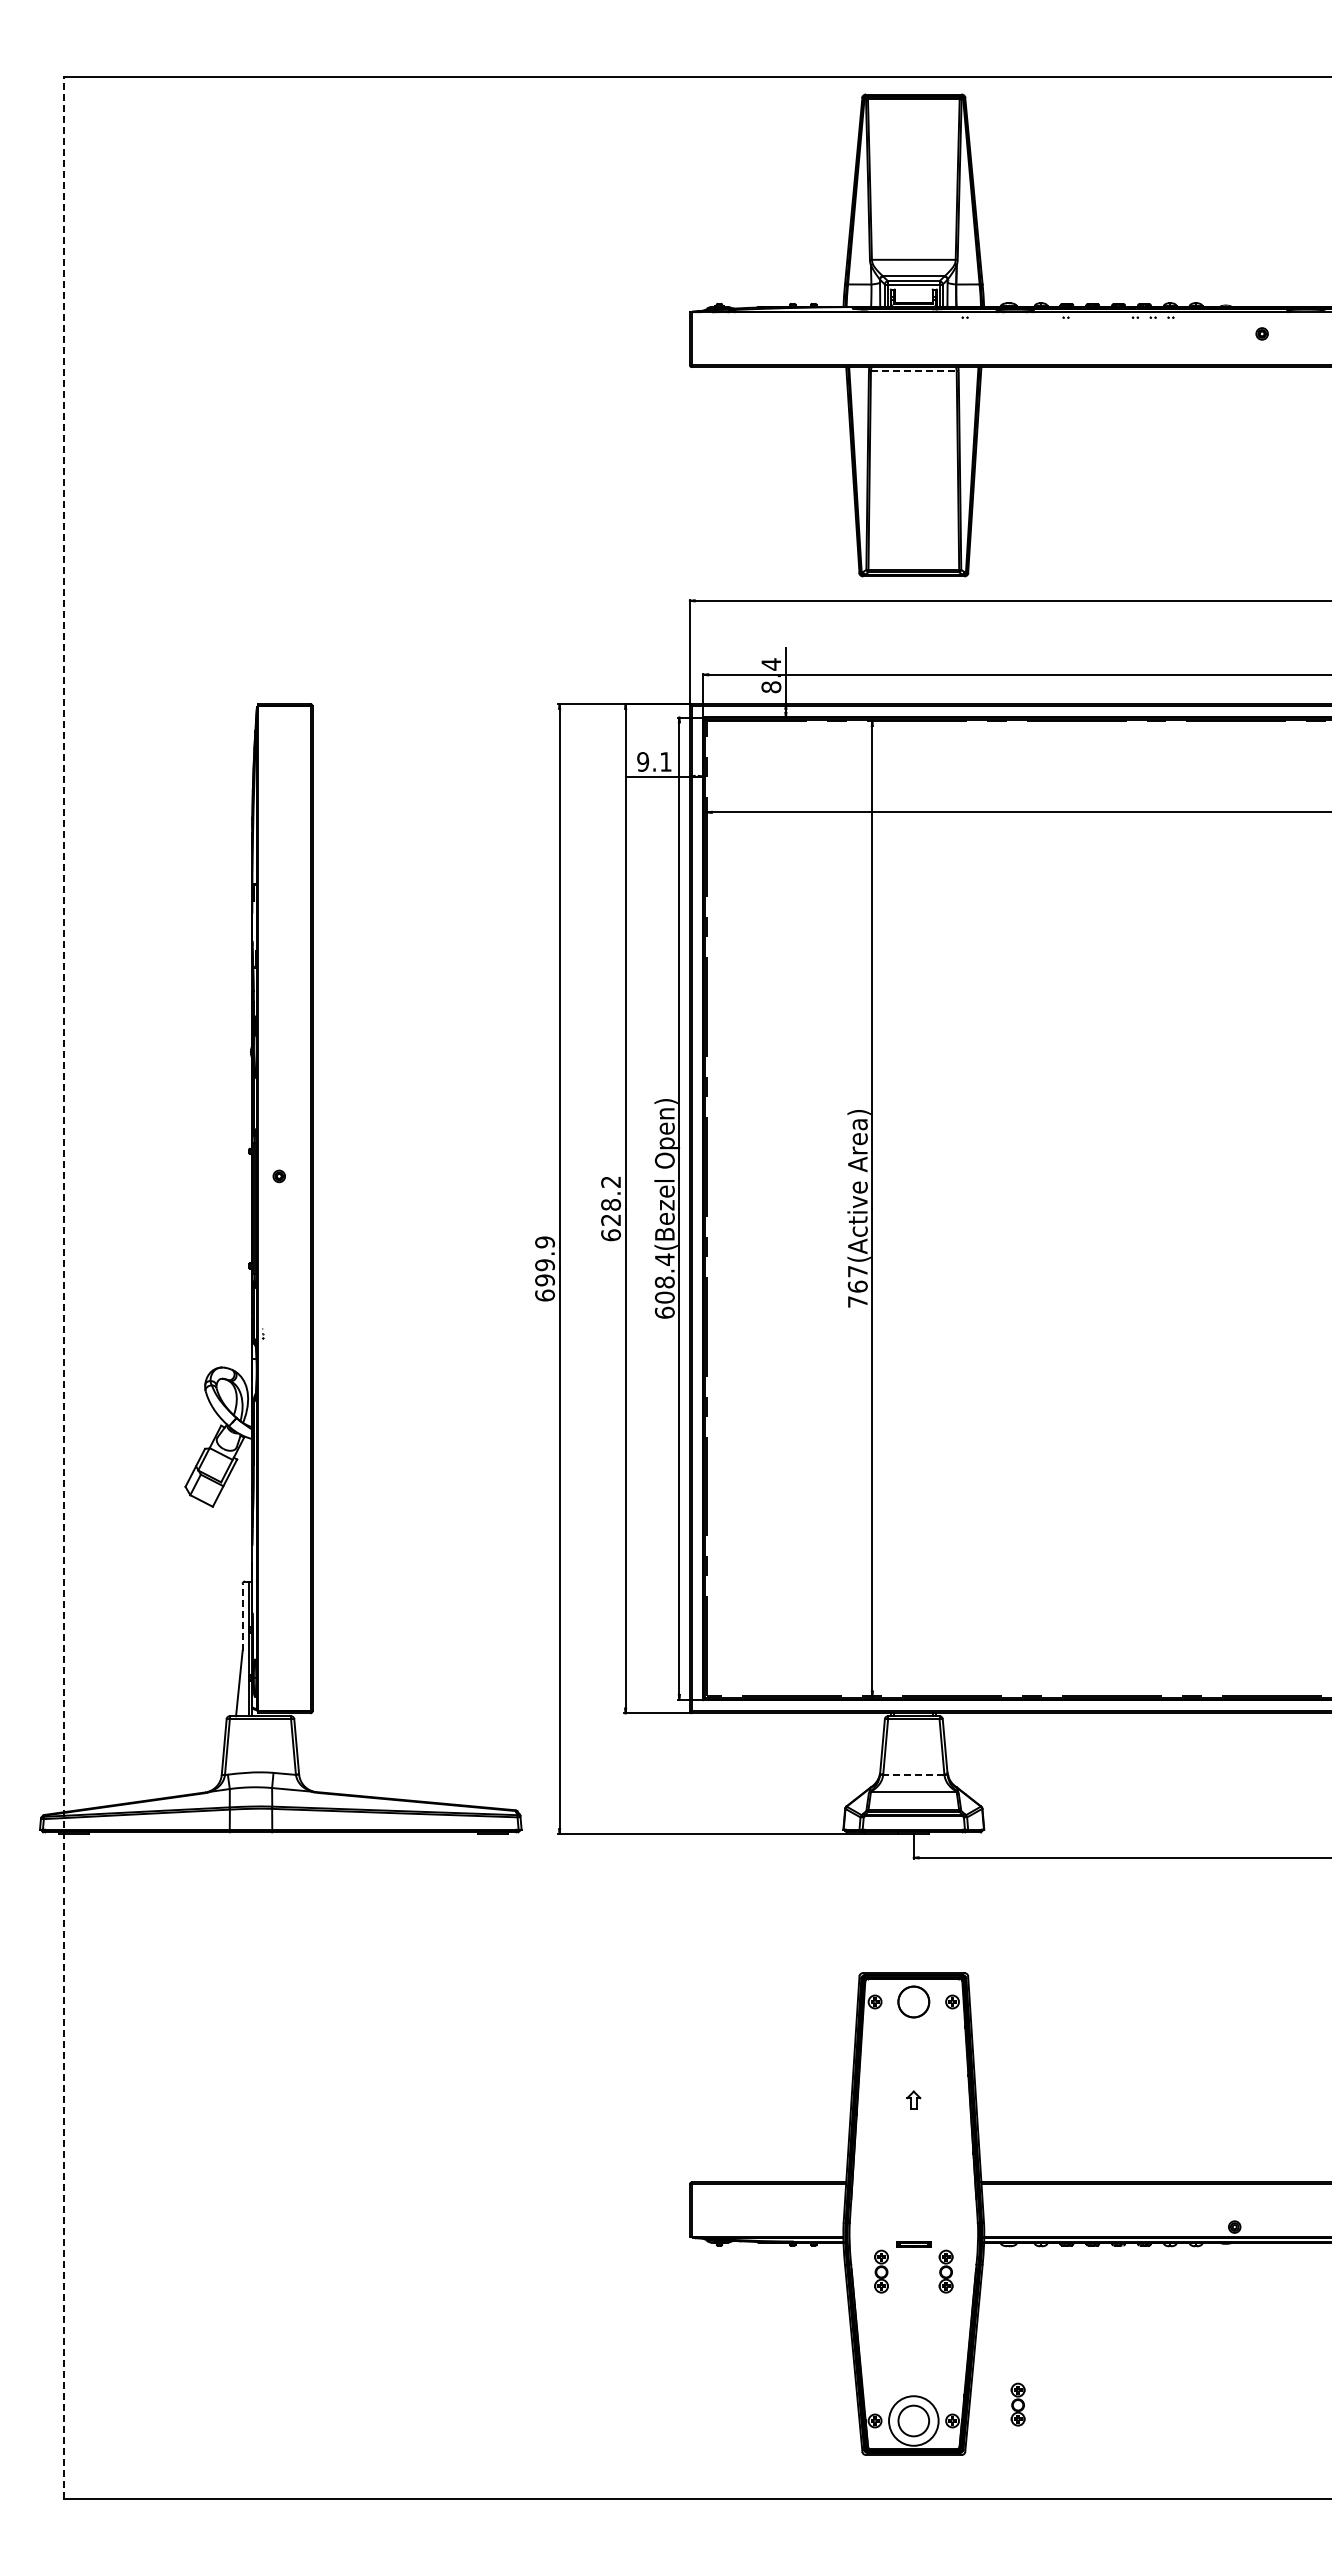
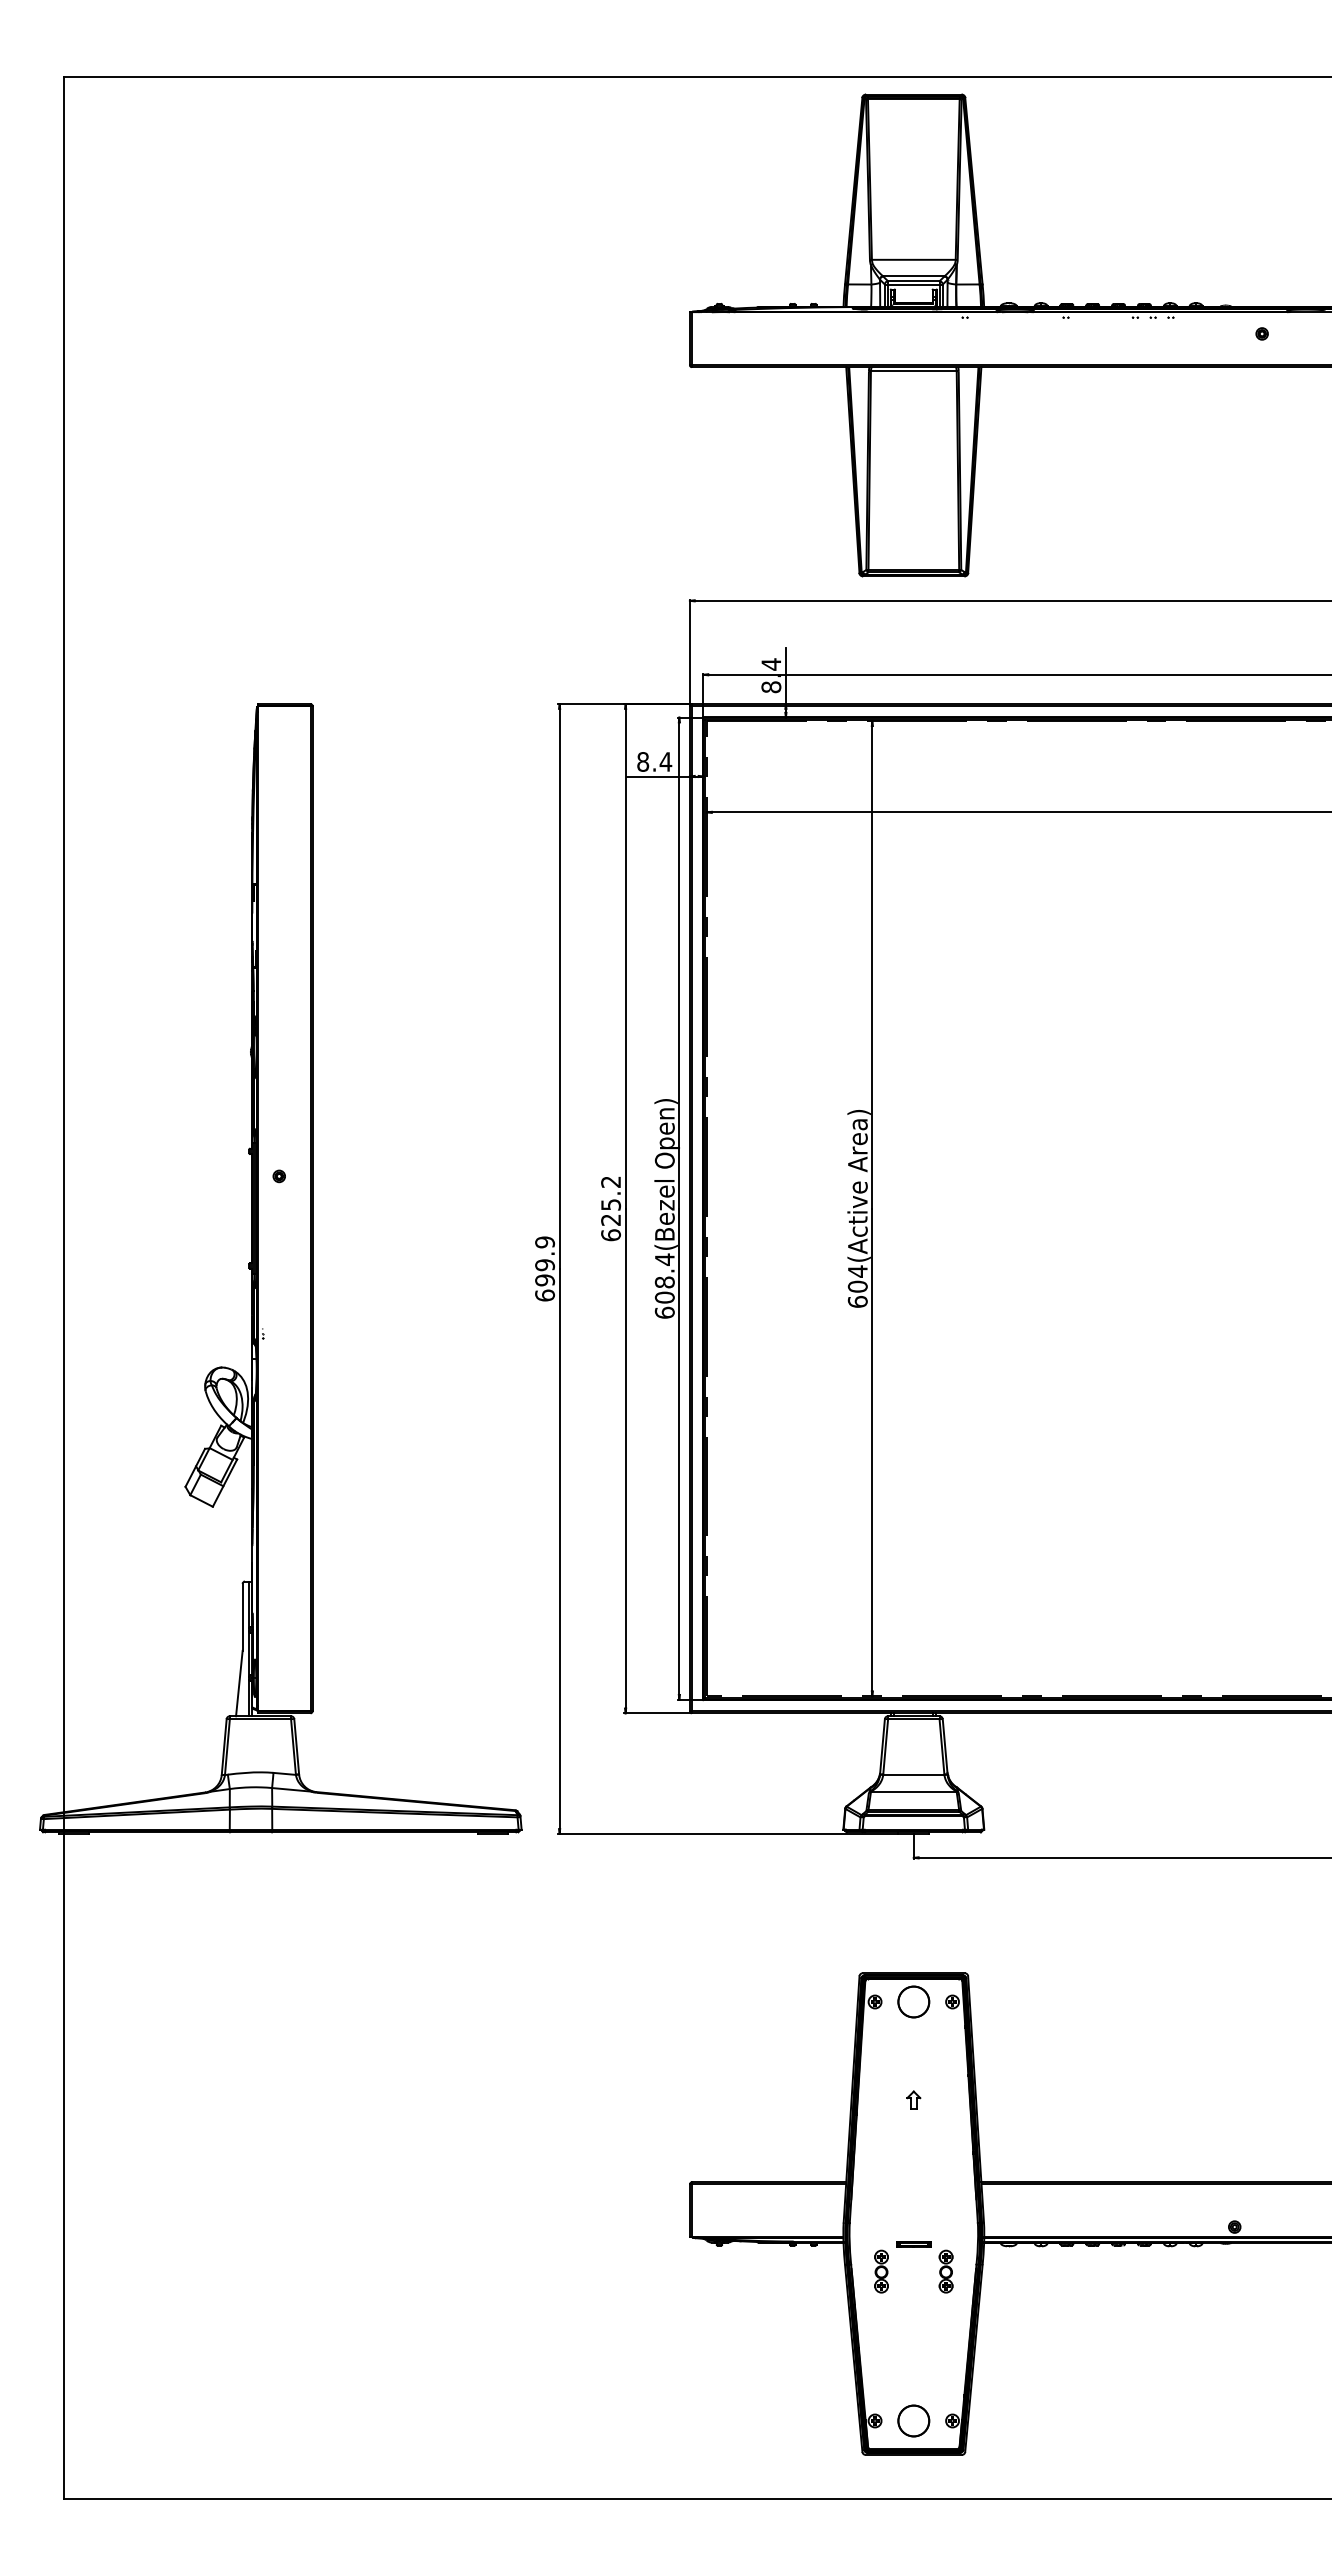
line at (913, 371): dashed -> solid
text at (654, 761): 9.1 -> 8.4
text at (611, 1204): 628.2 -> 625.2
text at (857, 1286): 767(Active -> 604(Active
line at (64, 1288): dashed -> solid
line at (242, 1616): dashed -> solid
line at (913, 1774): dashed -> solid
part at (1017, 2404): present -> none
circle at (913, 2420) diameter: 50 px -> 31 px
